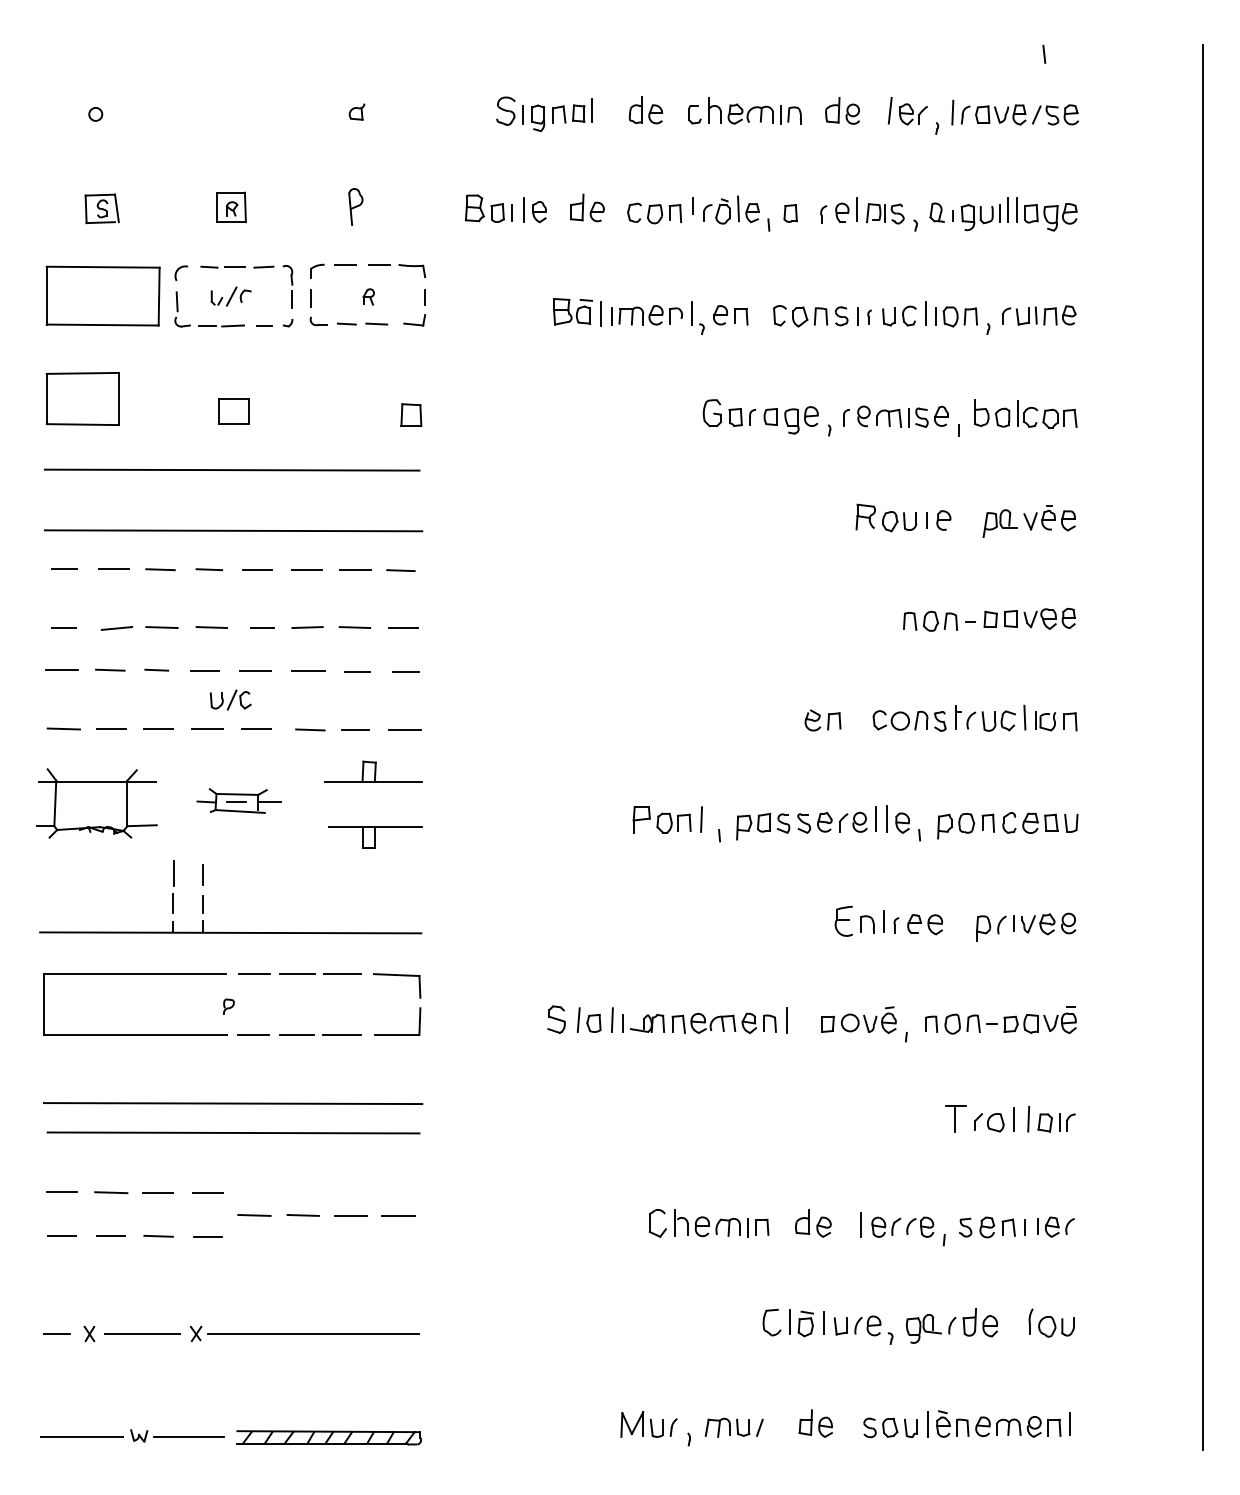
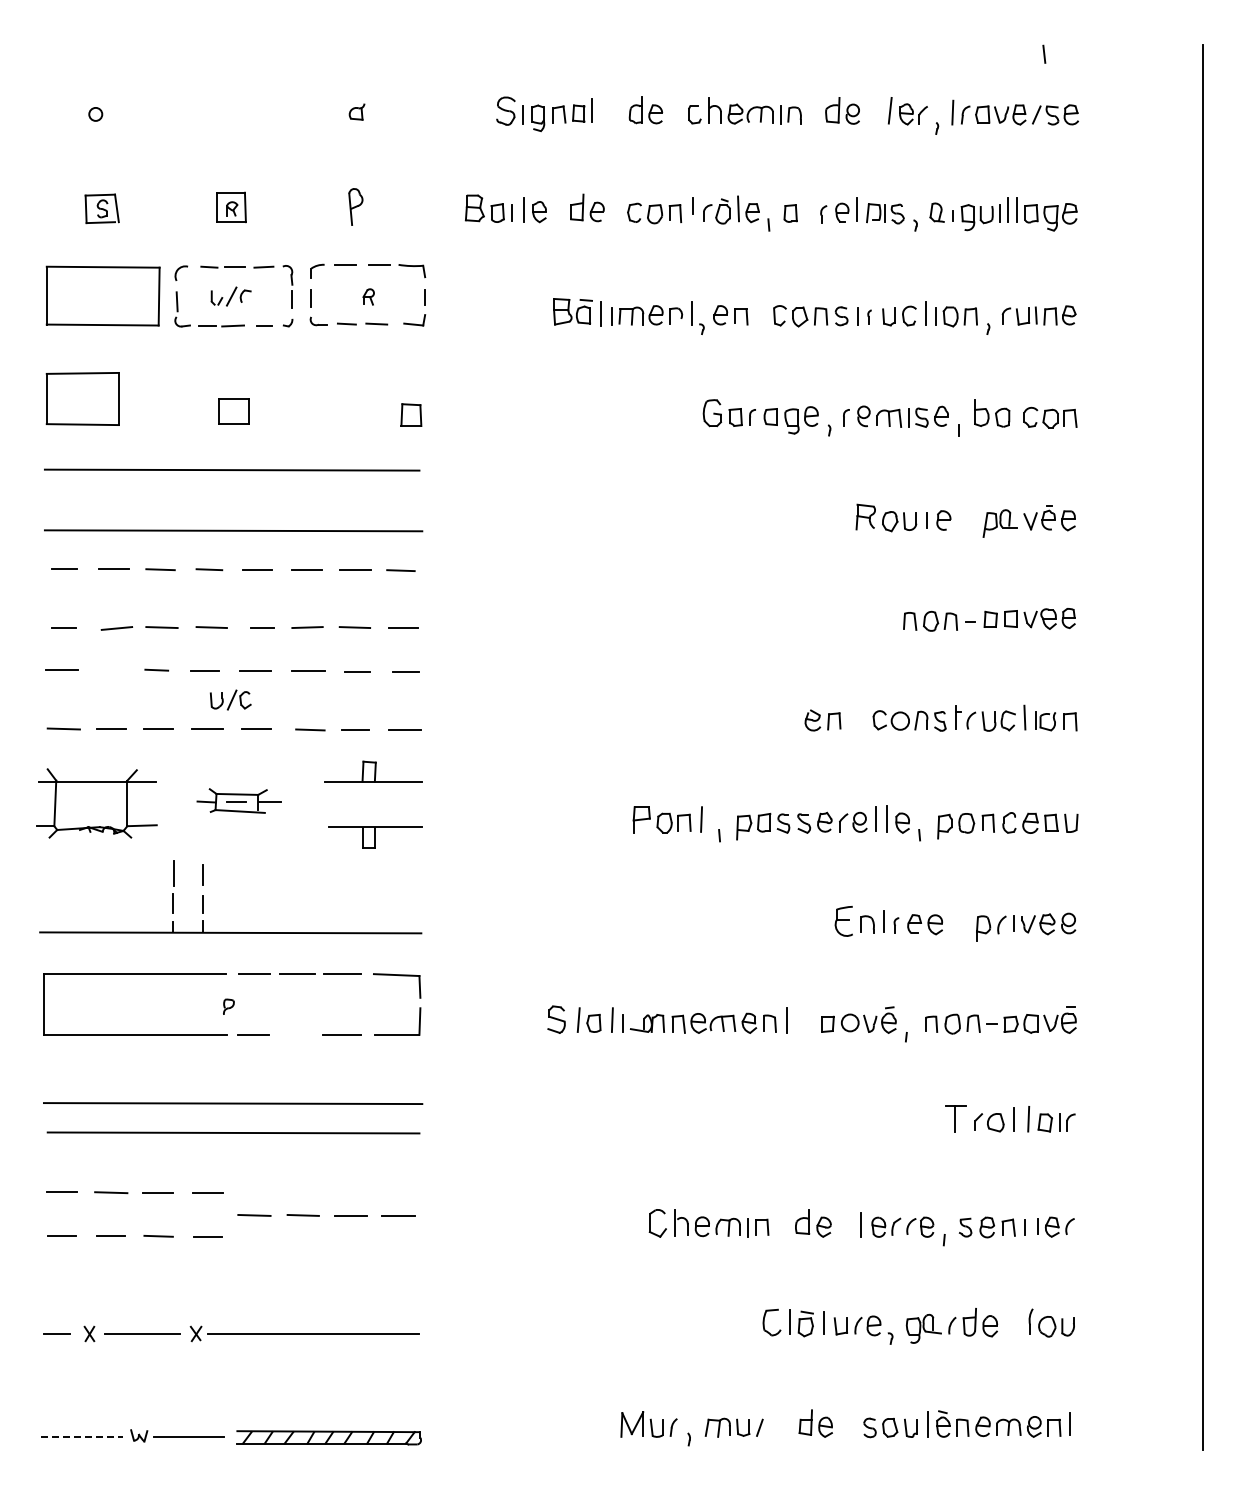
line at (1017, 413): present -> none
line at (110, 669): present -> none
line at (296, 1034): present -> none
line at (81, 1436): solid -> dashed
